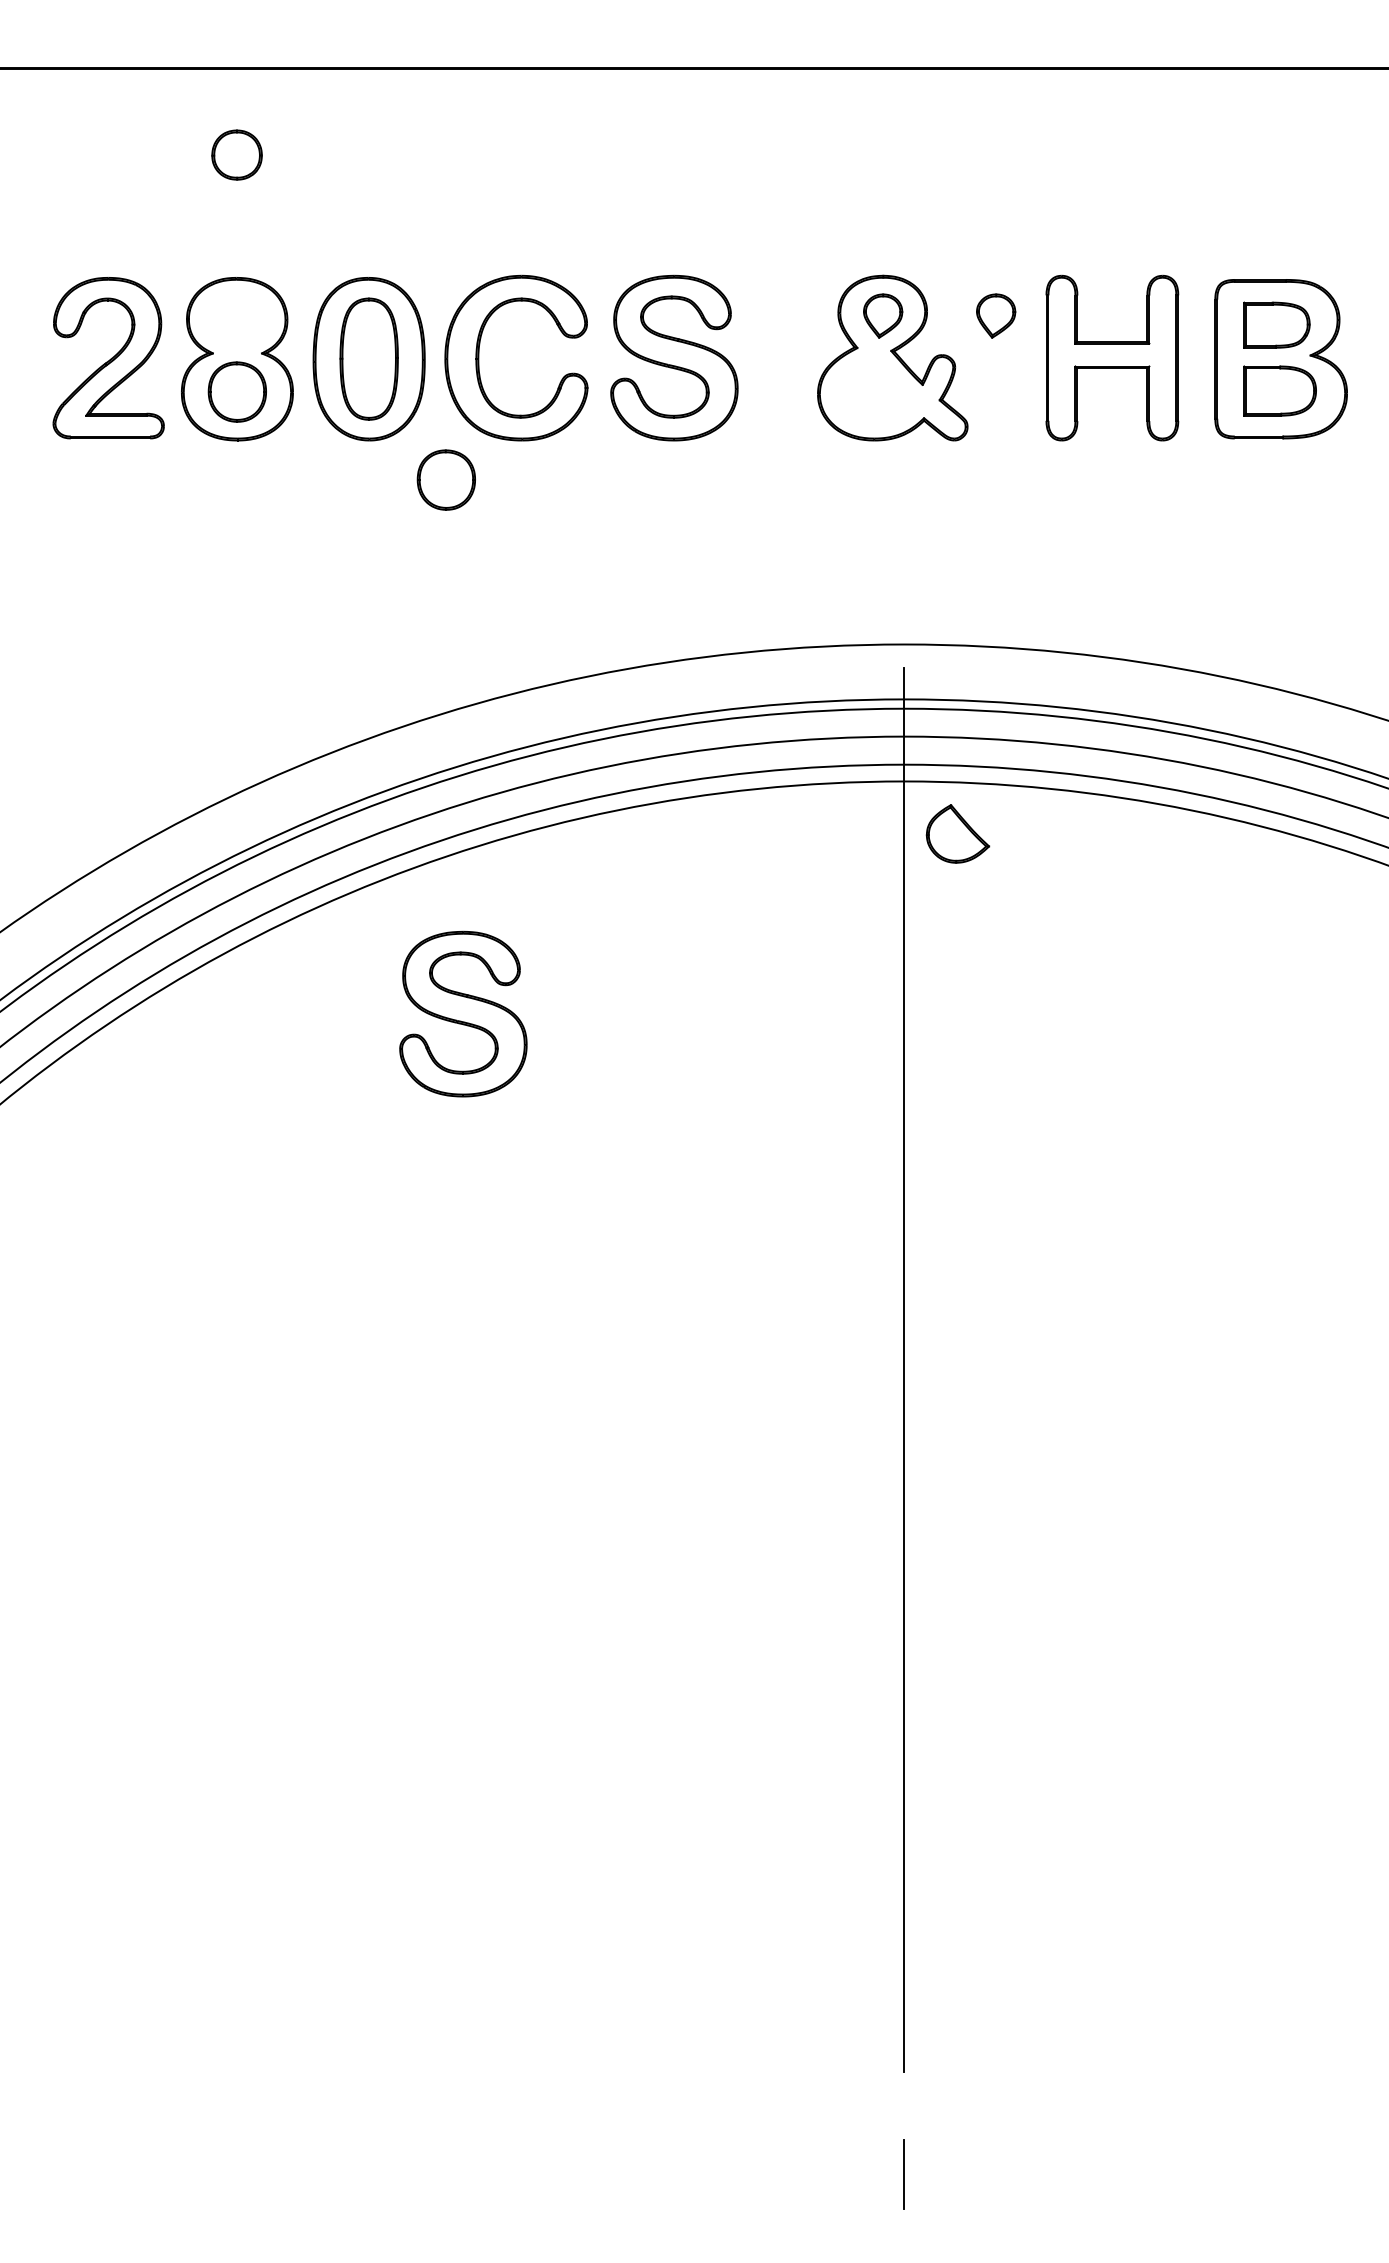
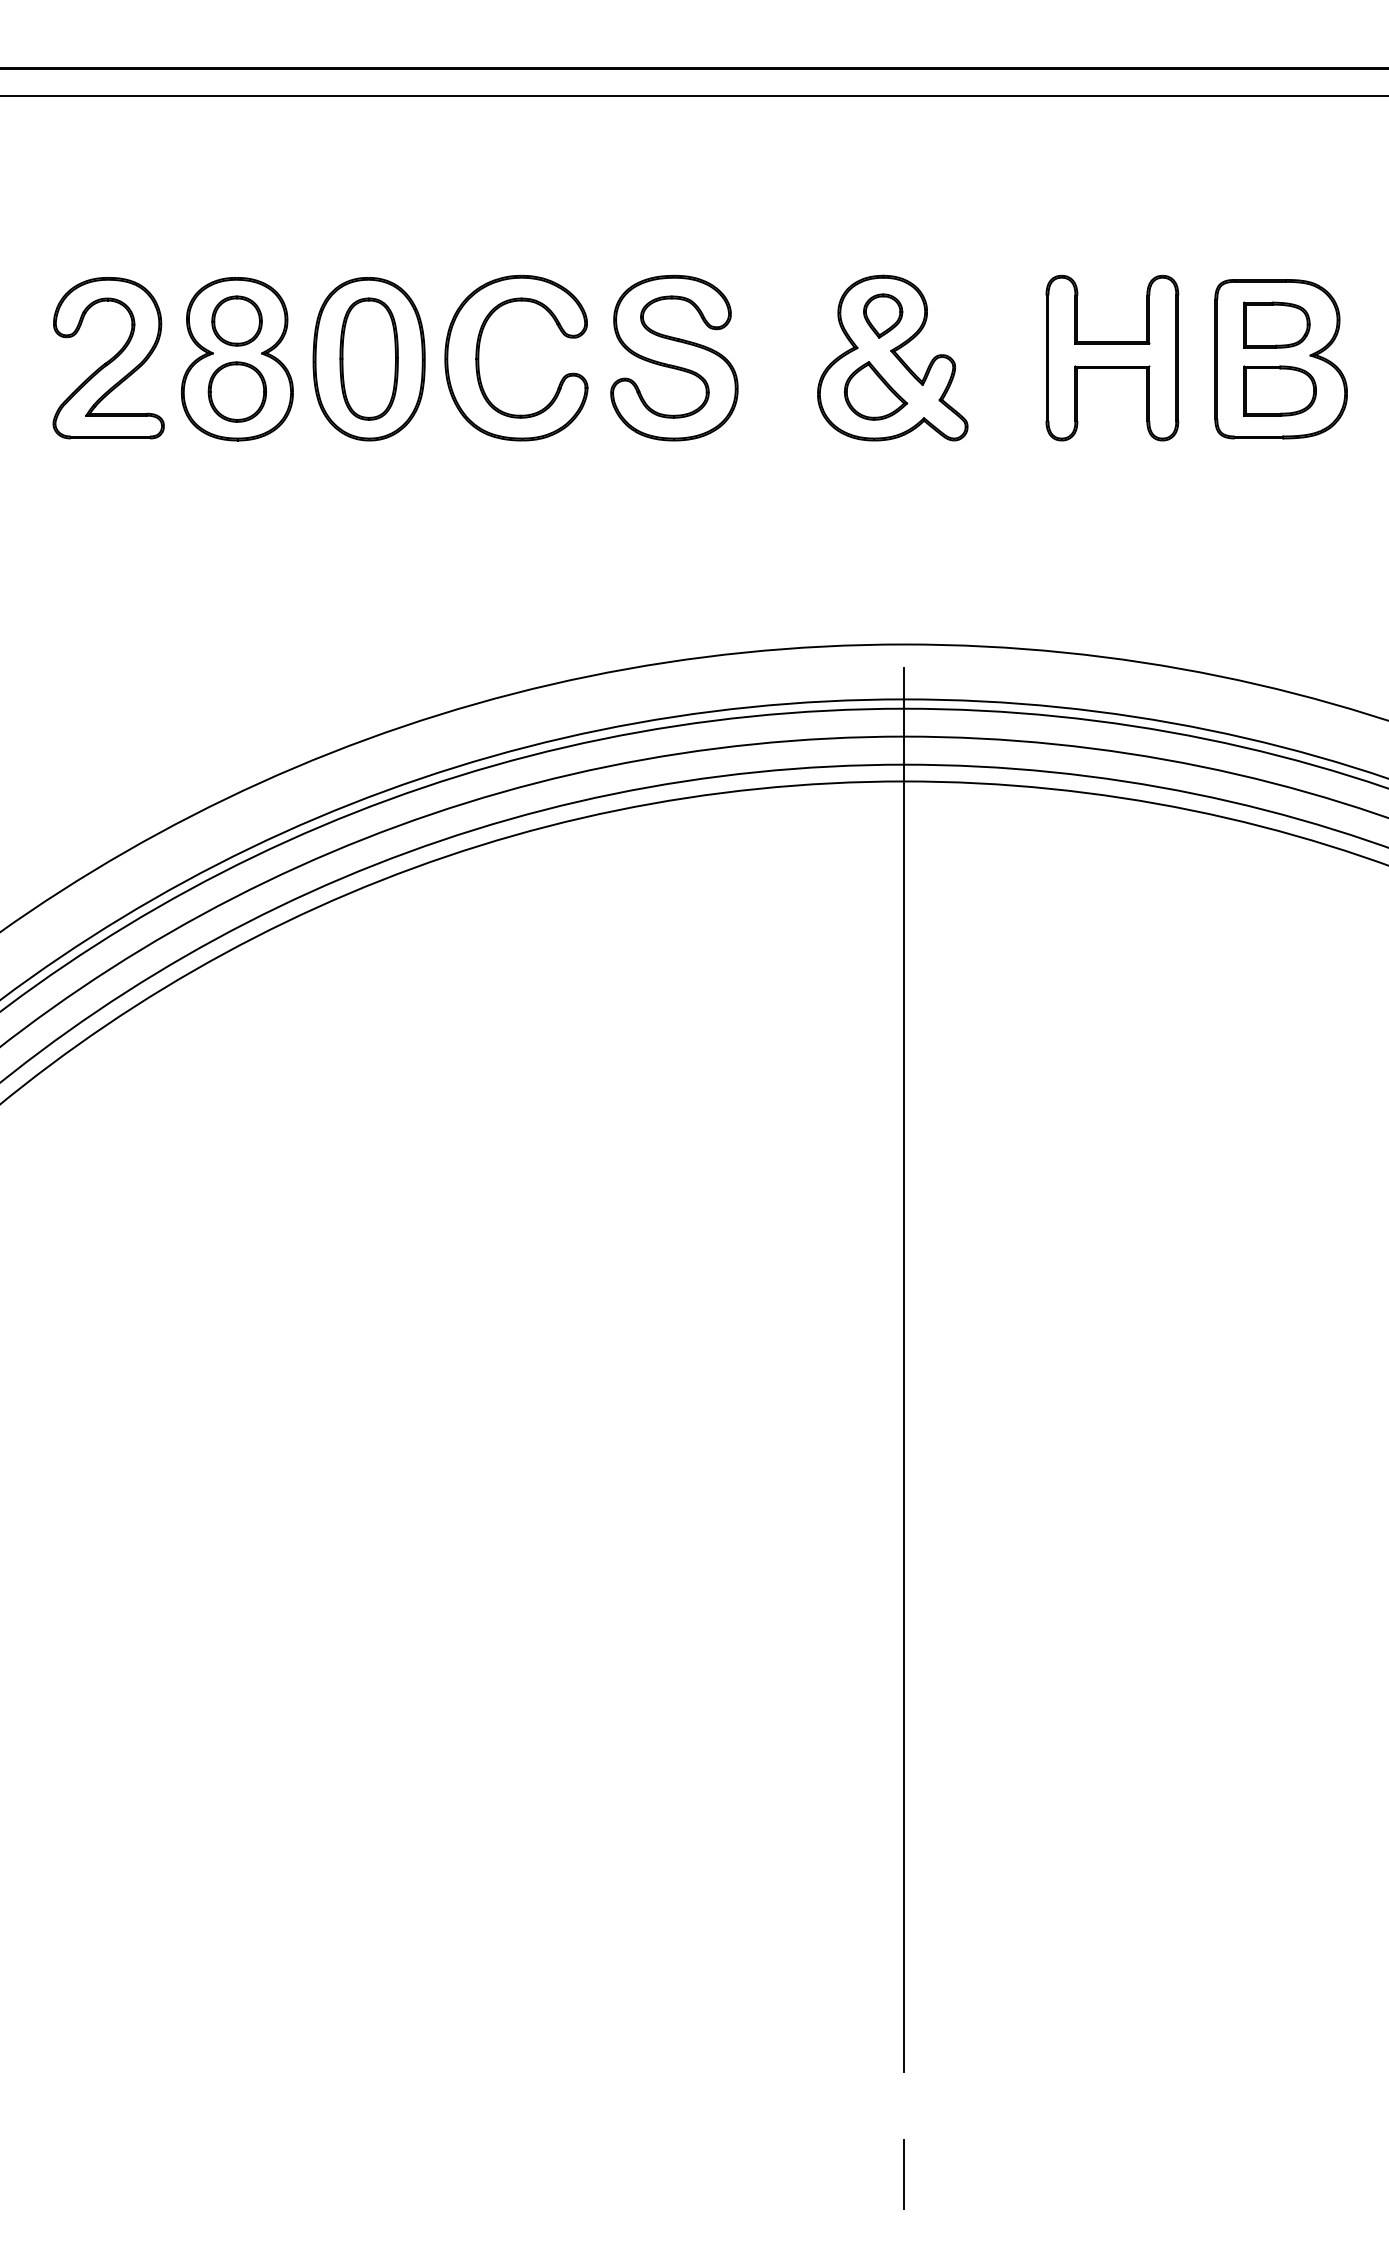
line at (693, 95): none -> present
part at (236, 154) position: (236, 154) -> (236, 320)
part at (996, 315): present -> none
part at (445, 479): present -> none
part at (957, 833) position: (957, 833) -> (875, 390)
part at (463, 1013): present -> none
